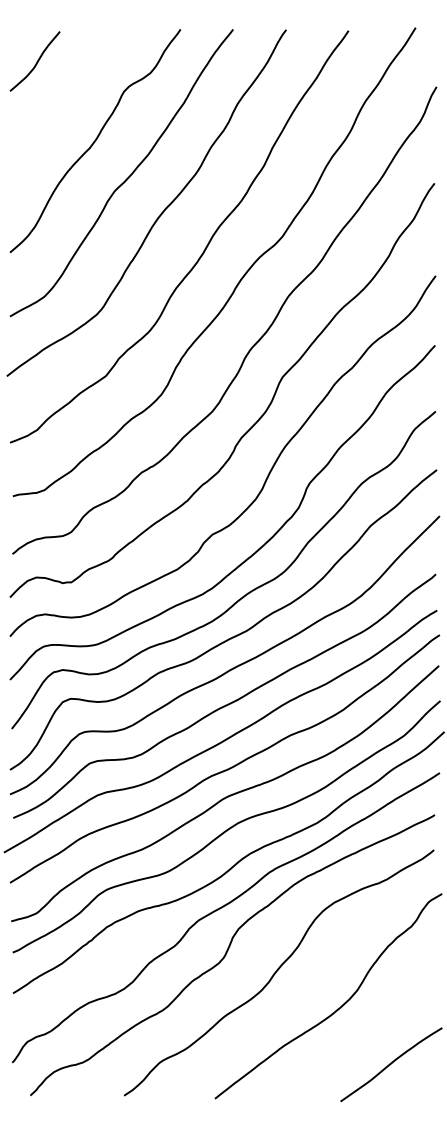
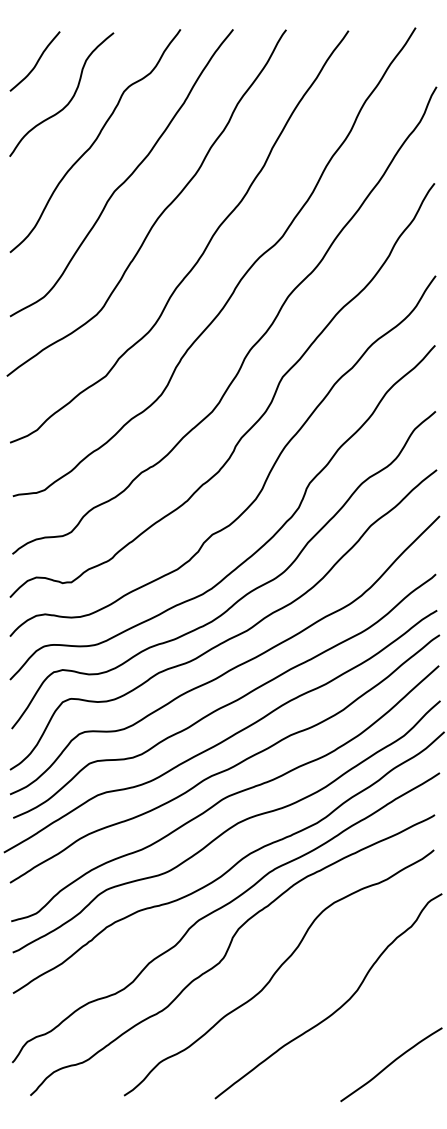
curve at (68, 101): none -> present
